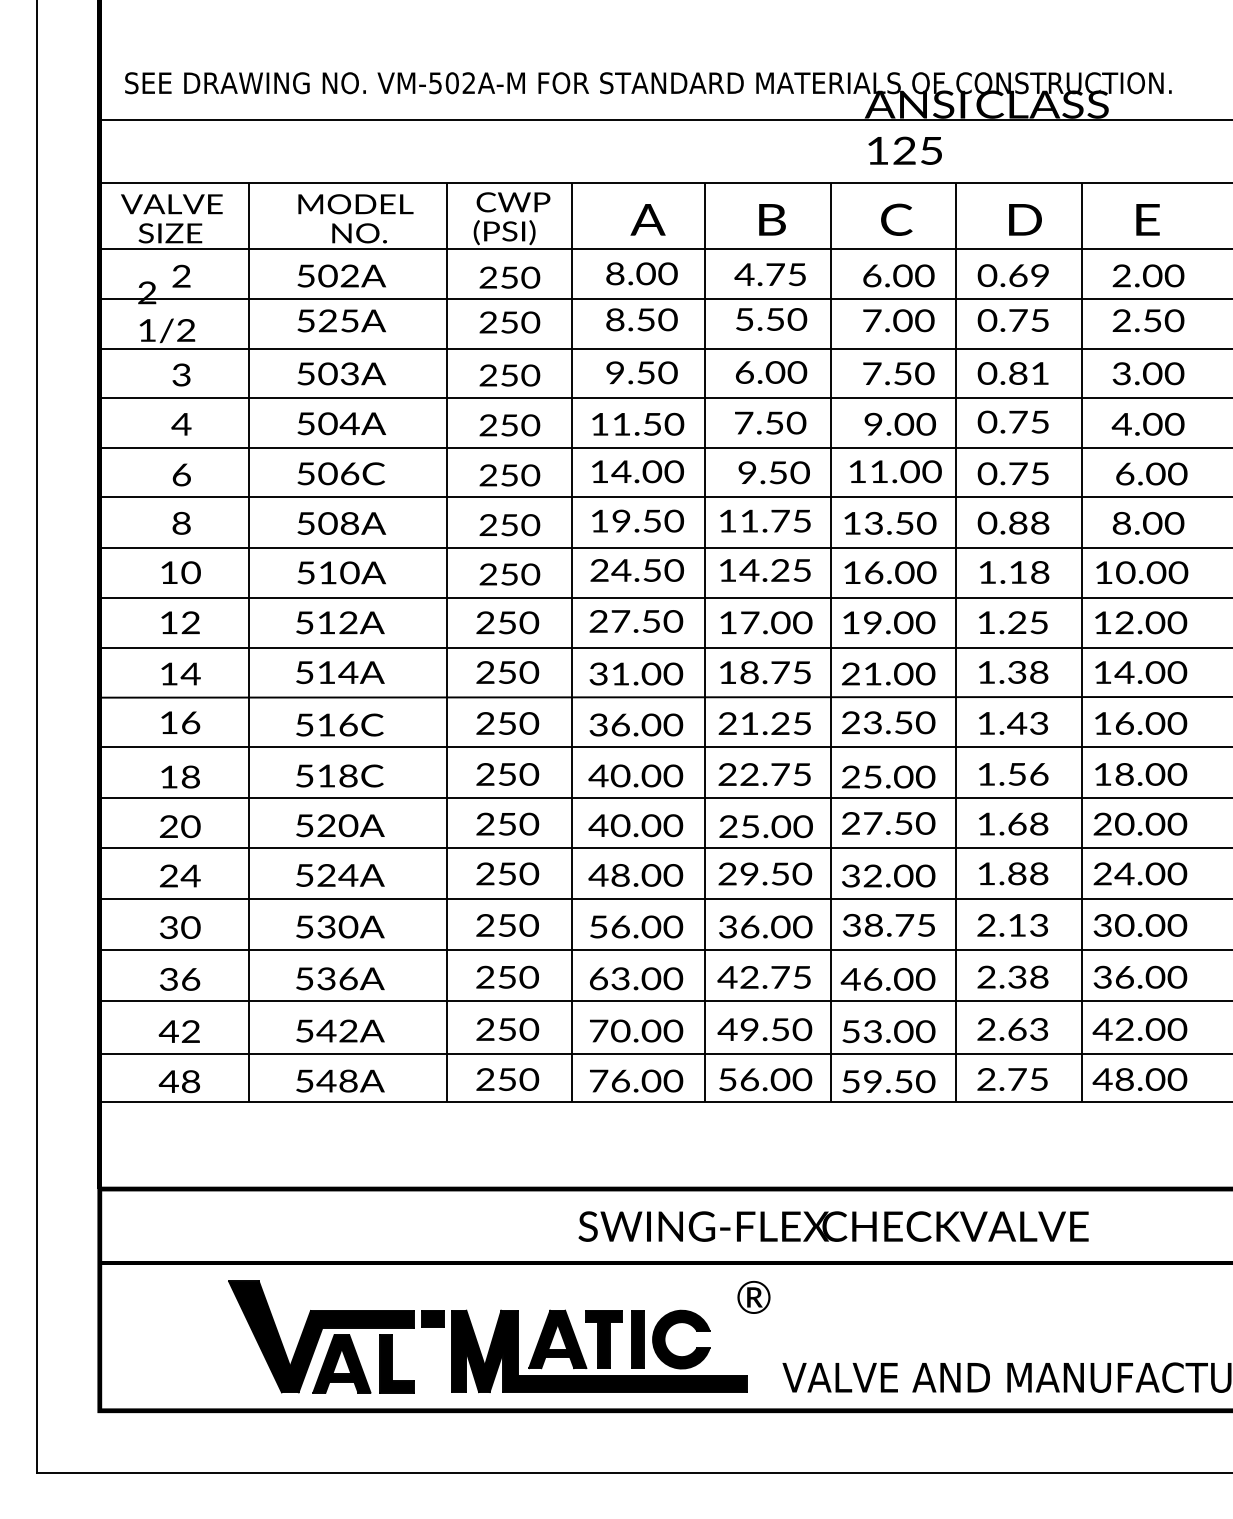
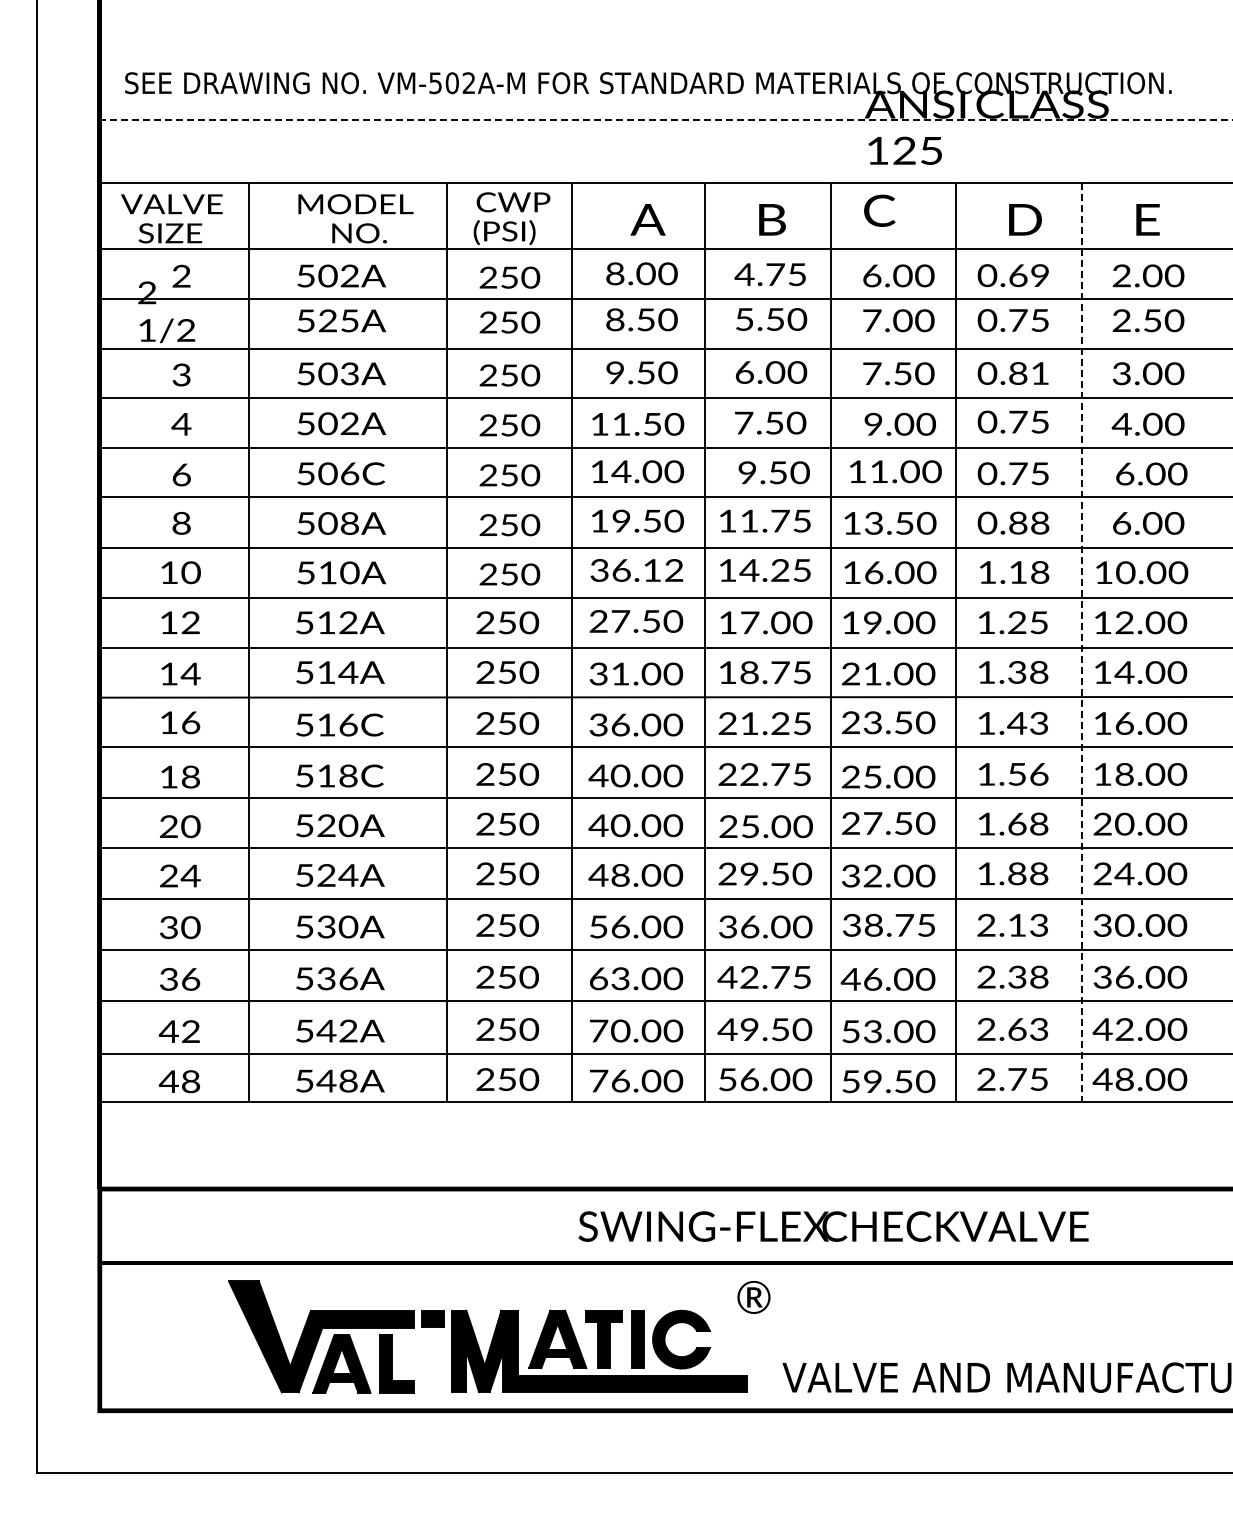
line at (666, 120): solid -> dashed
text at (896, 219) position: (896, 219) -> (879, 210)
text at (349, 423): 504A -> 502A
text at (1121, 522): 8.00 -> 6.00
text at (637, 570): 24.50 -> 36.12
line at (1082, 642): solid -> dashed
